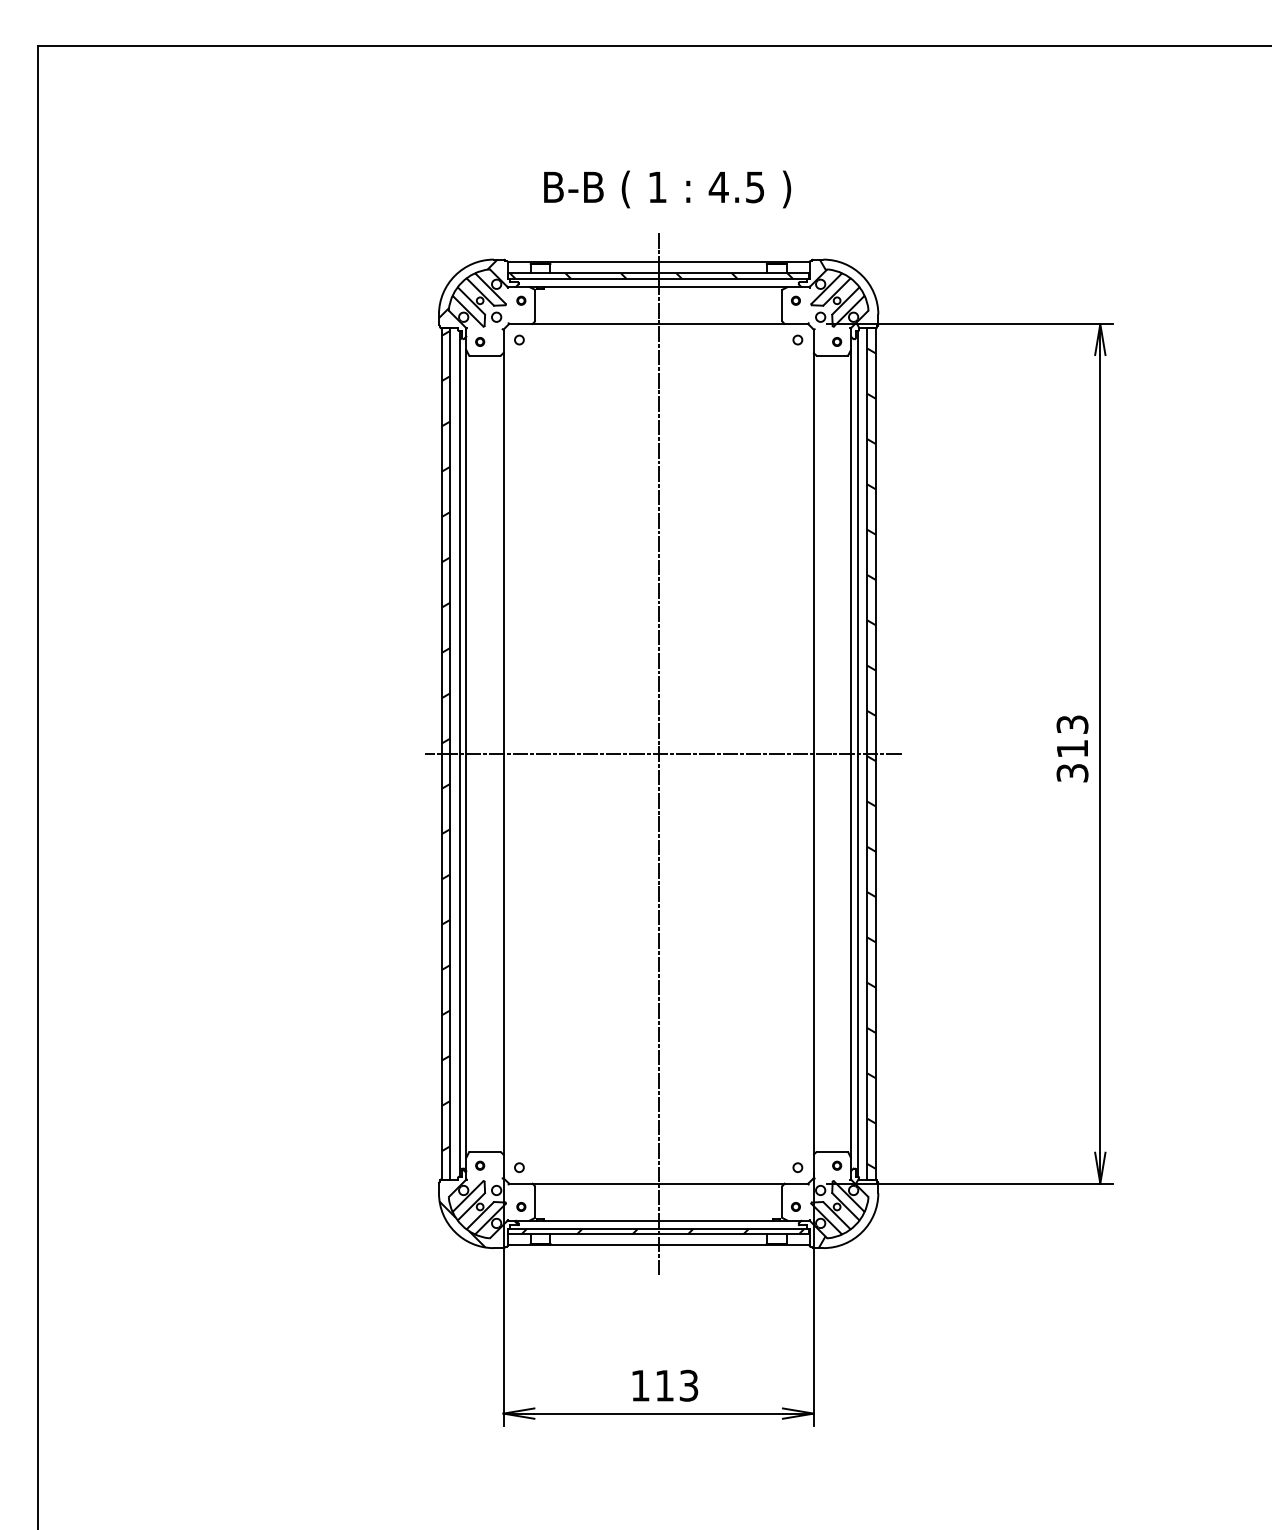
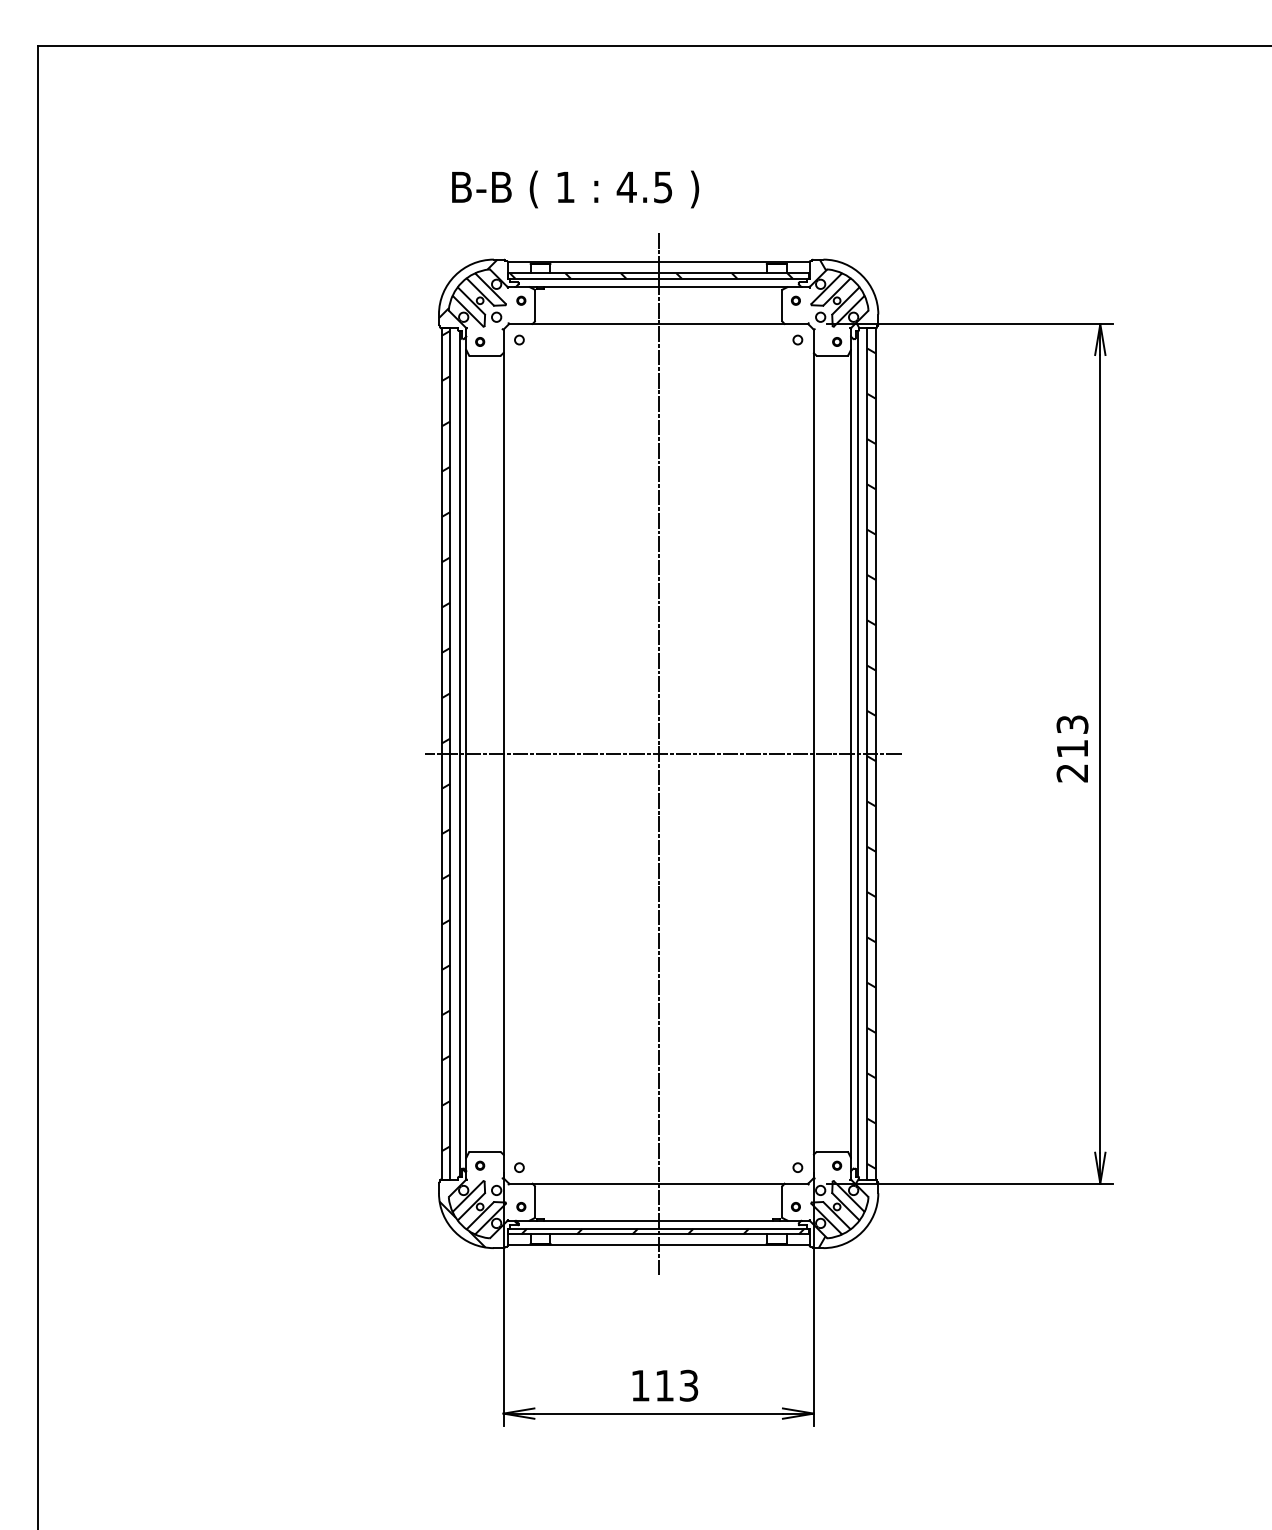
text at (667, 189) position: (667, 189) -> (575, 189)
text at (1072, 773): 313 -> 213
